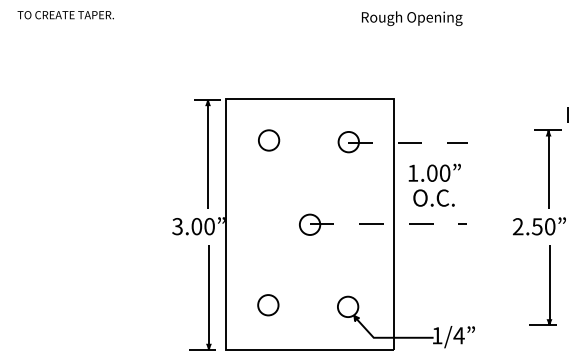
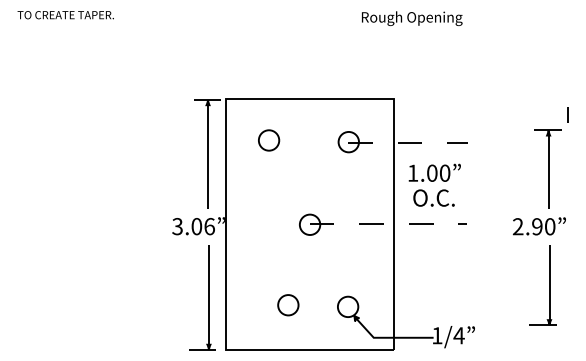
text at (209, 226): 3.00 -> 3.06
text at (536, 226): 2.50 -> 2.90
part at (268, 305) position: (268, 305) -> (288, 305)
